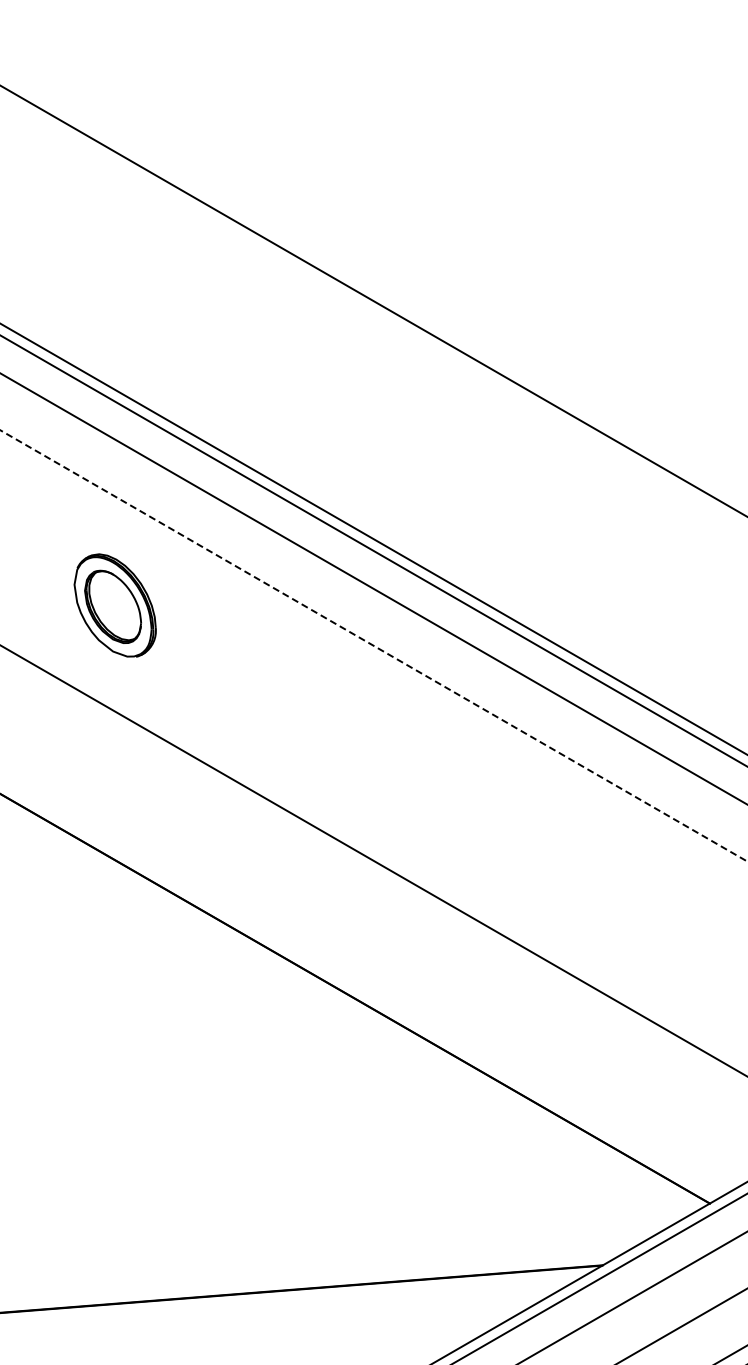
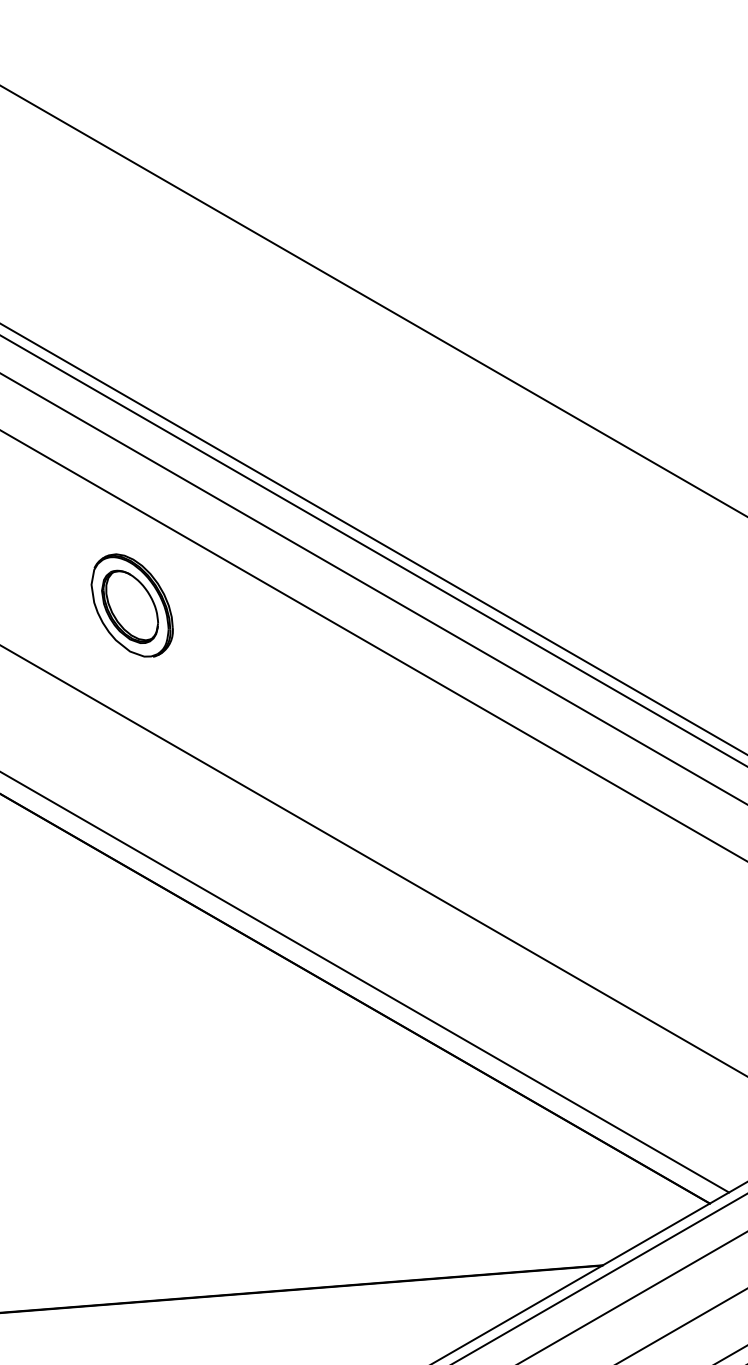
part at (114, 605) position: (114, 605) -> (131, 605)
line at (374, 646): dashed -> solid
line at (365, 982): none -> present
